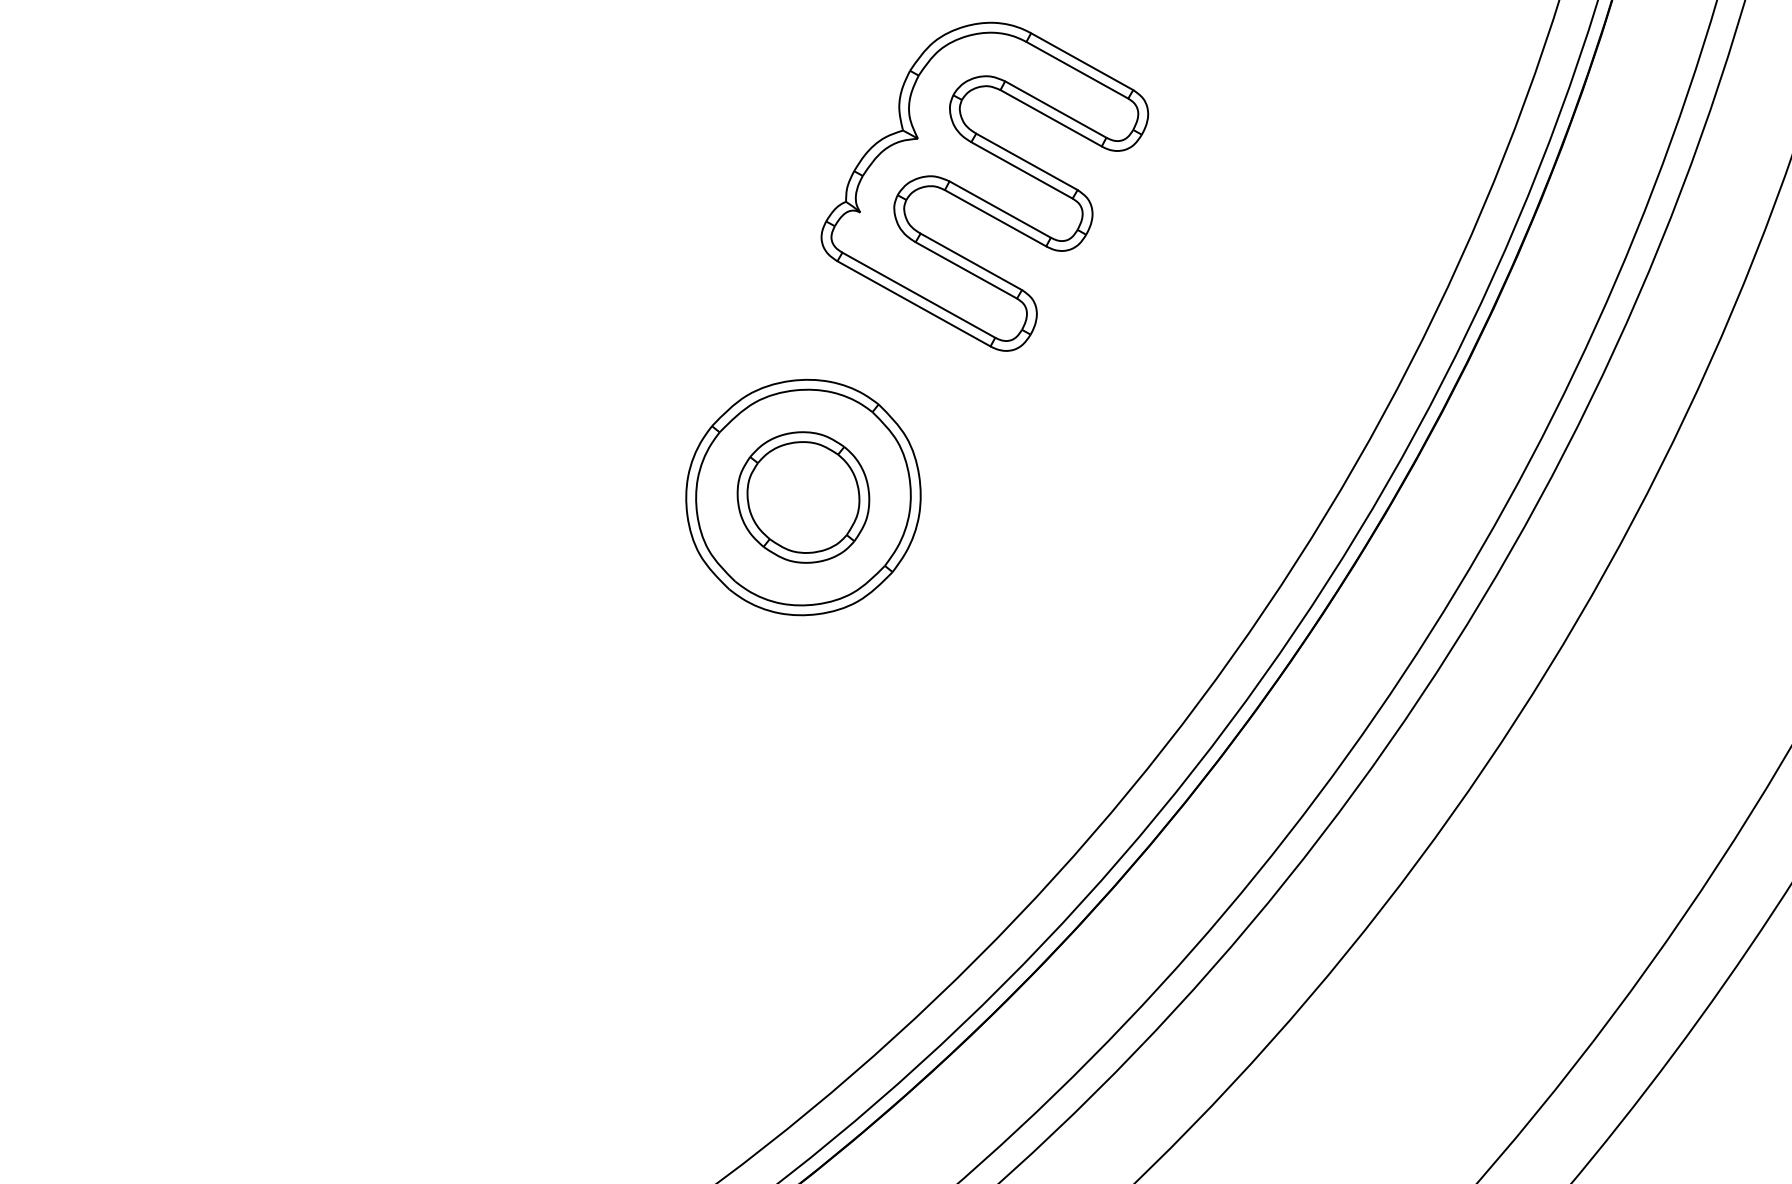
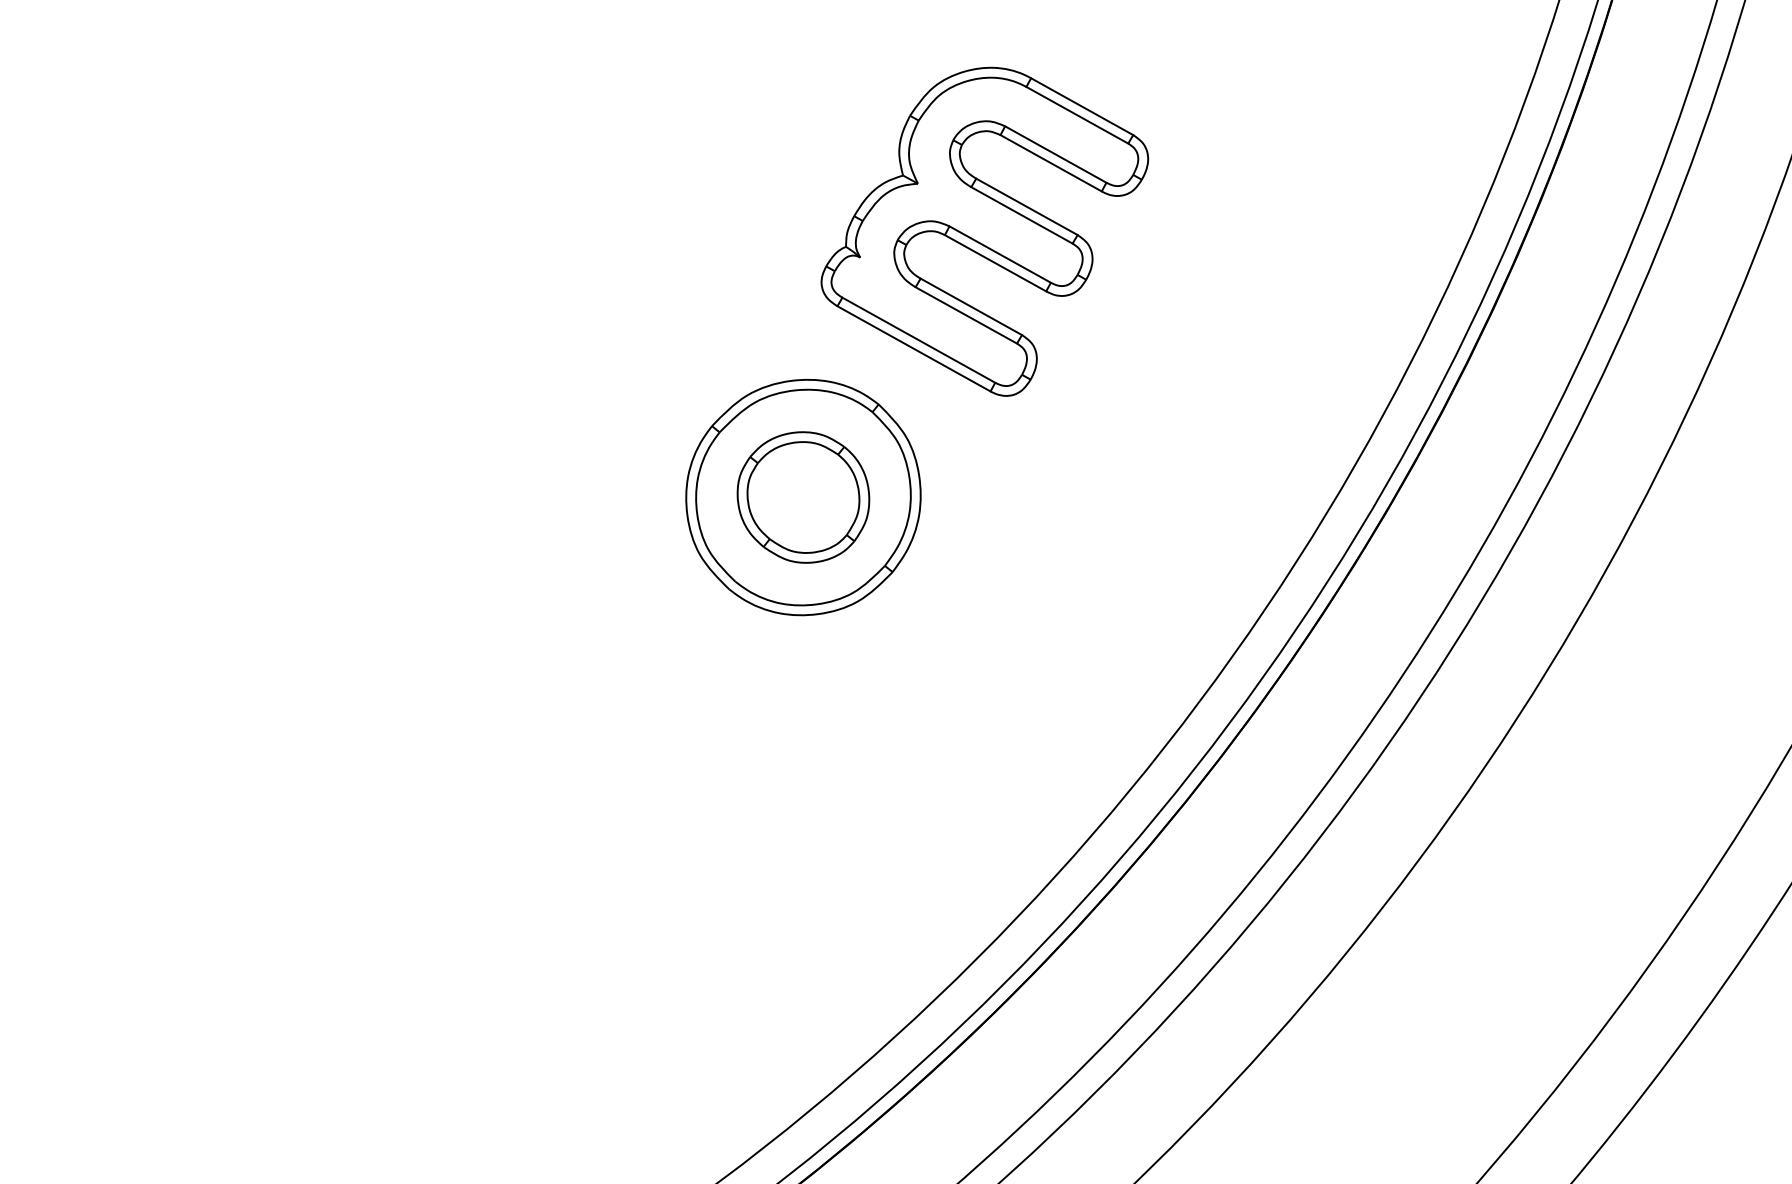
part at (984, 186) position: (984, 186) -> (984, 231)
